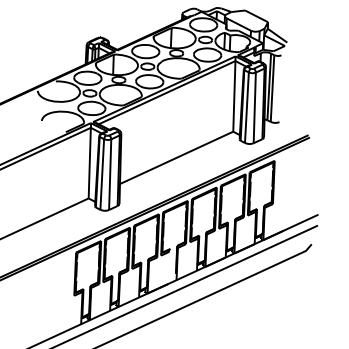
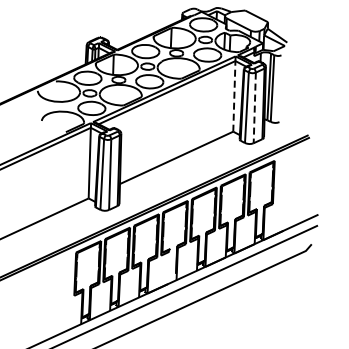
line at (234, 95): solid -> dashed
line at (254, 108): solid -> dashed
